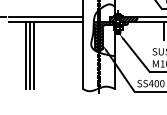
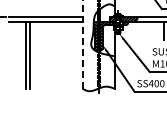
line at (82, 44): solid -> dashed
line at (33, 55): present -> none
